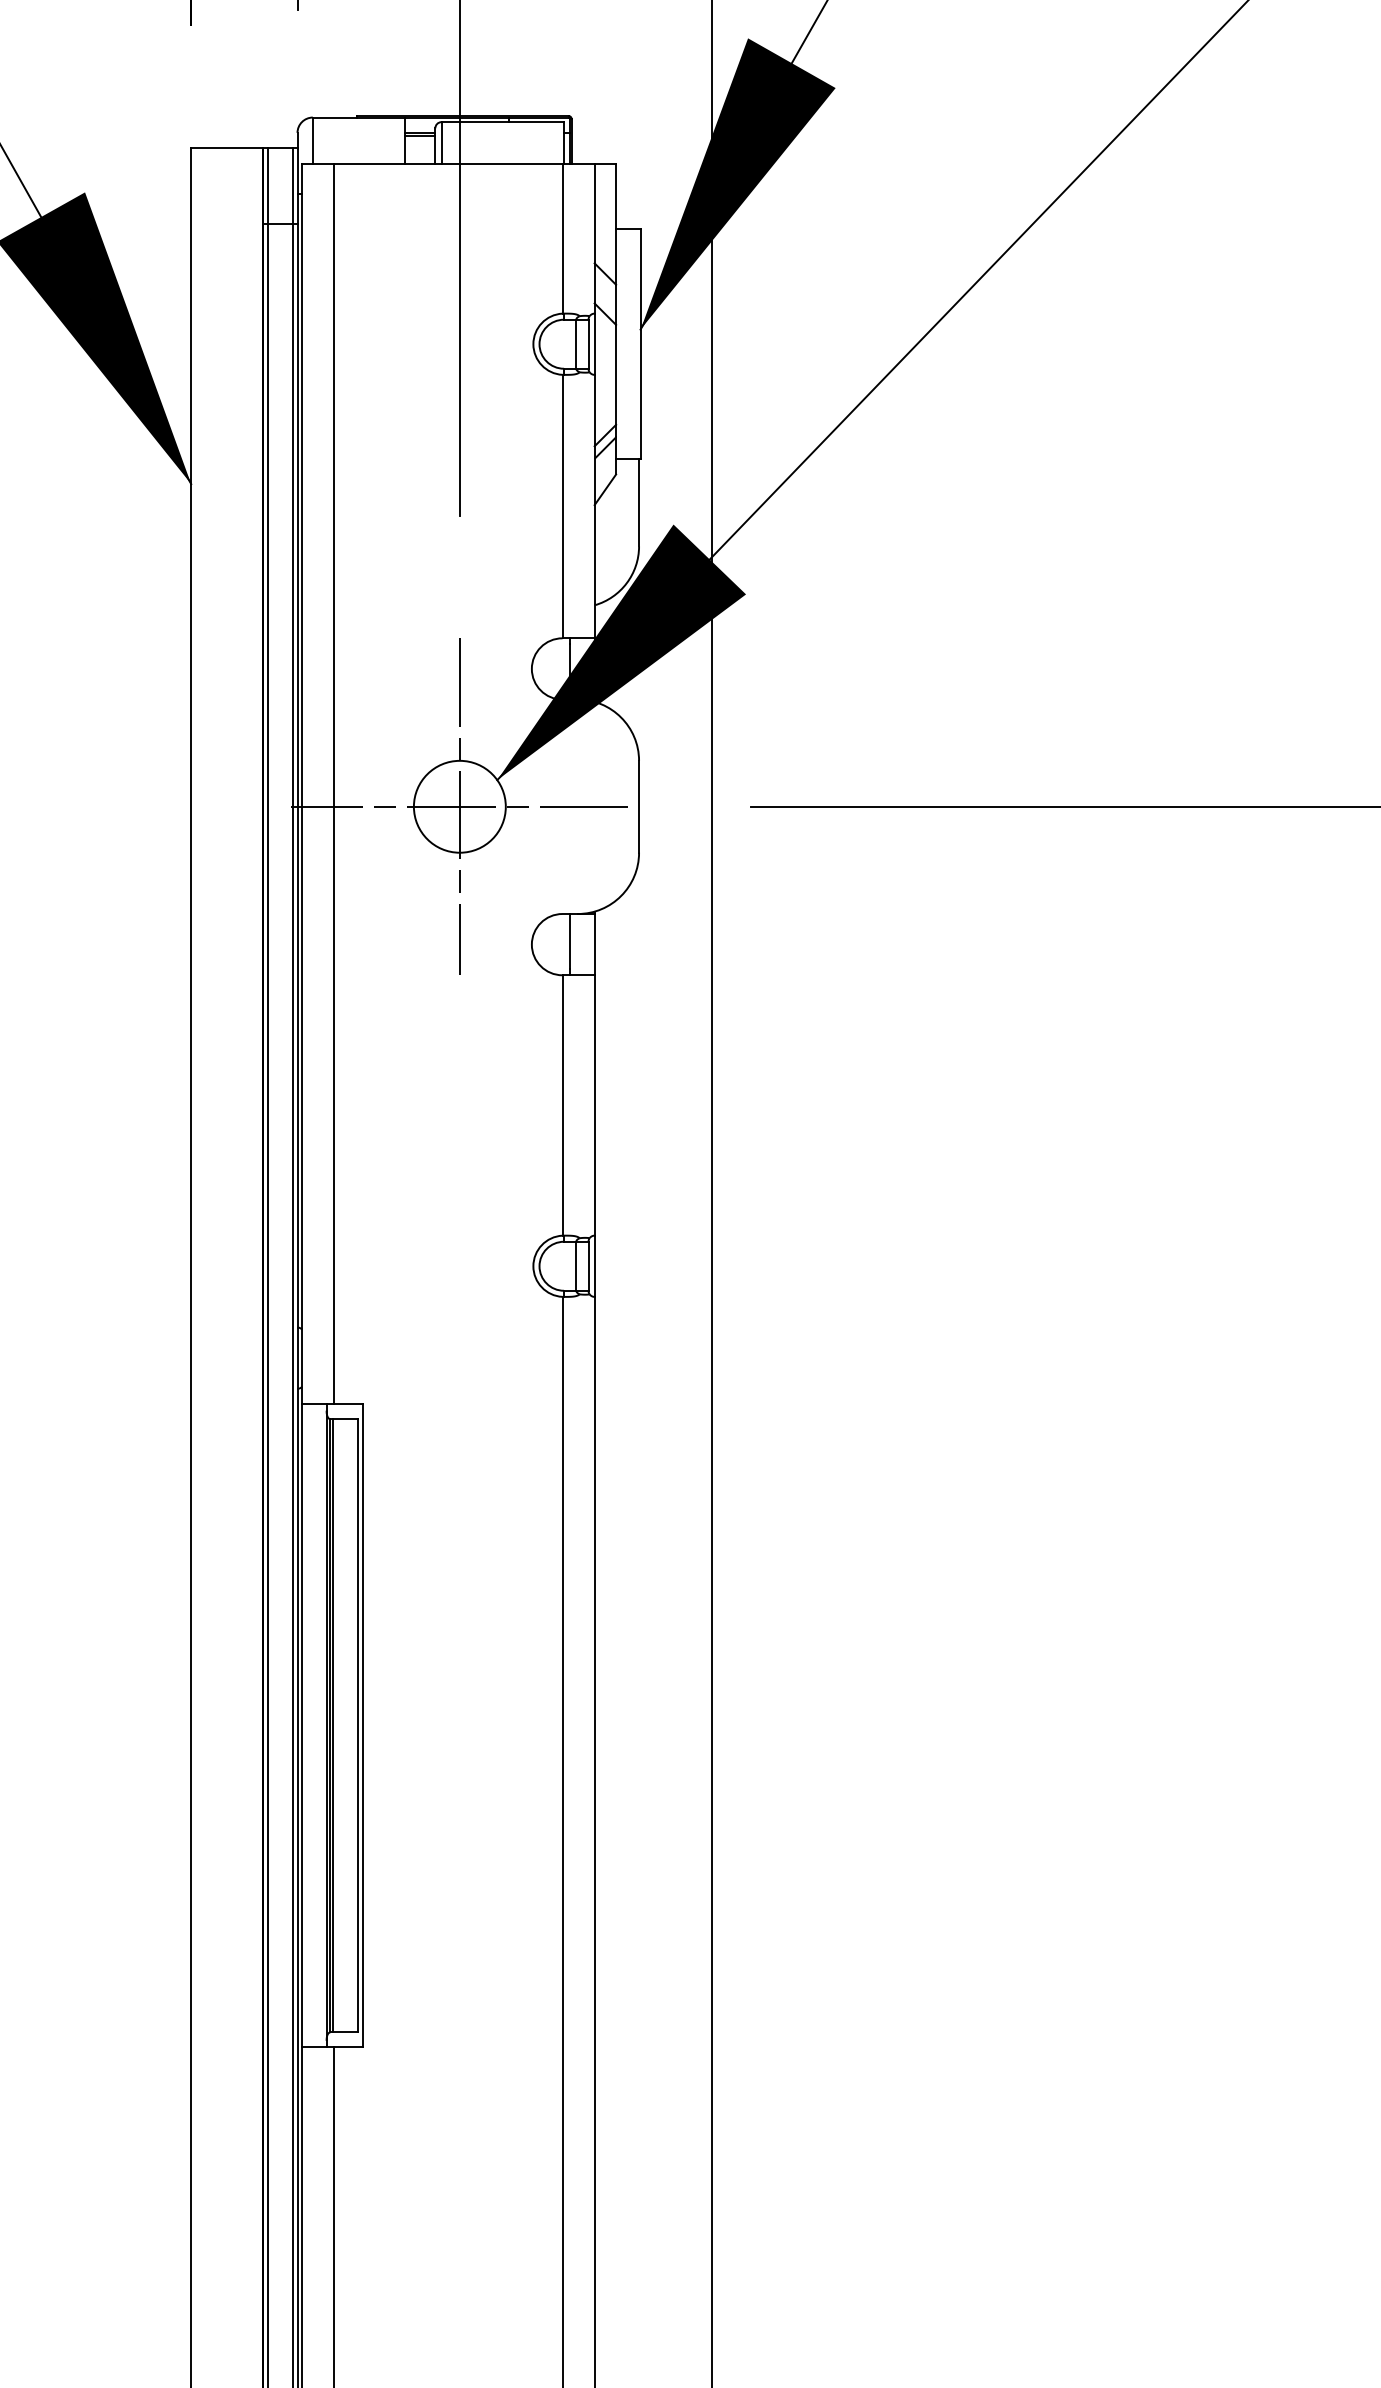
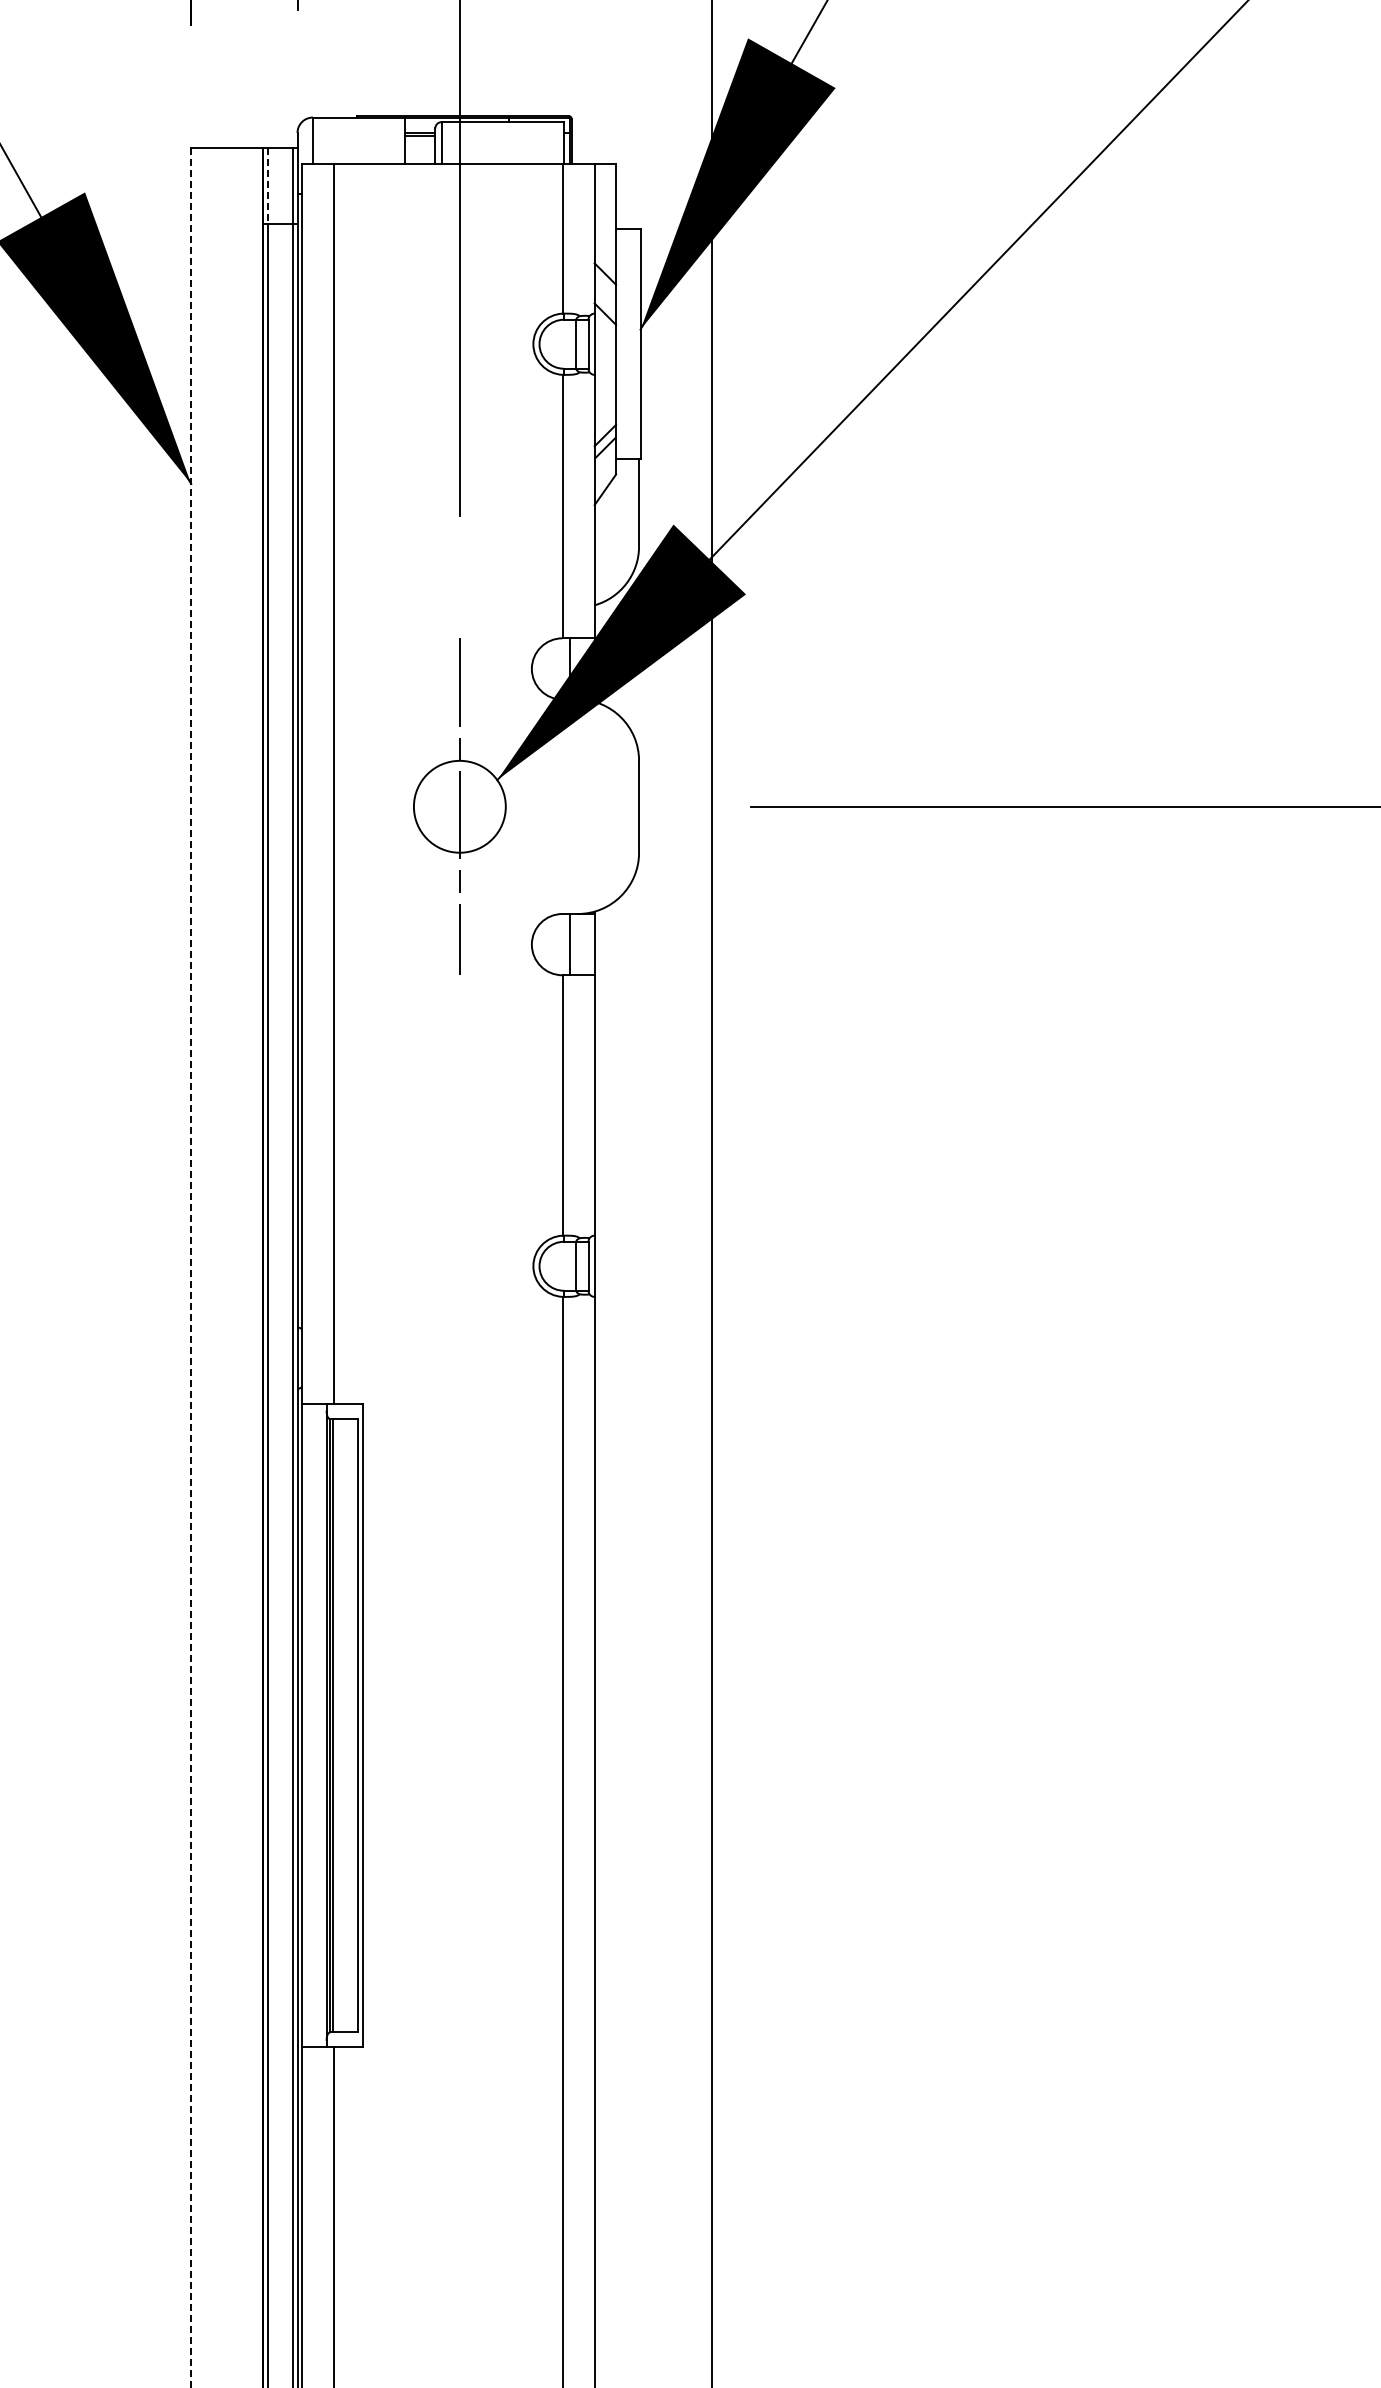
line at (268, 186): solid -> dashed
line at (459, 806): present -> none
line at (191, 1267): solid -> dashed
